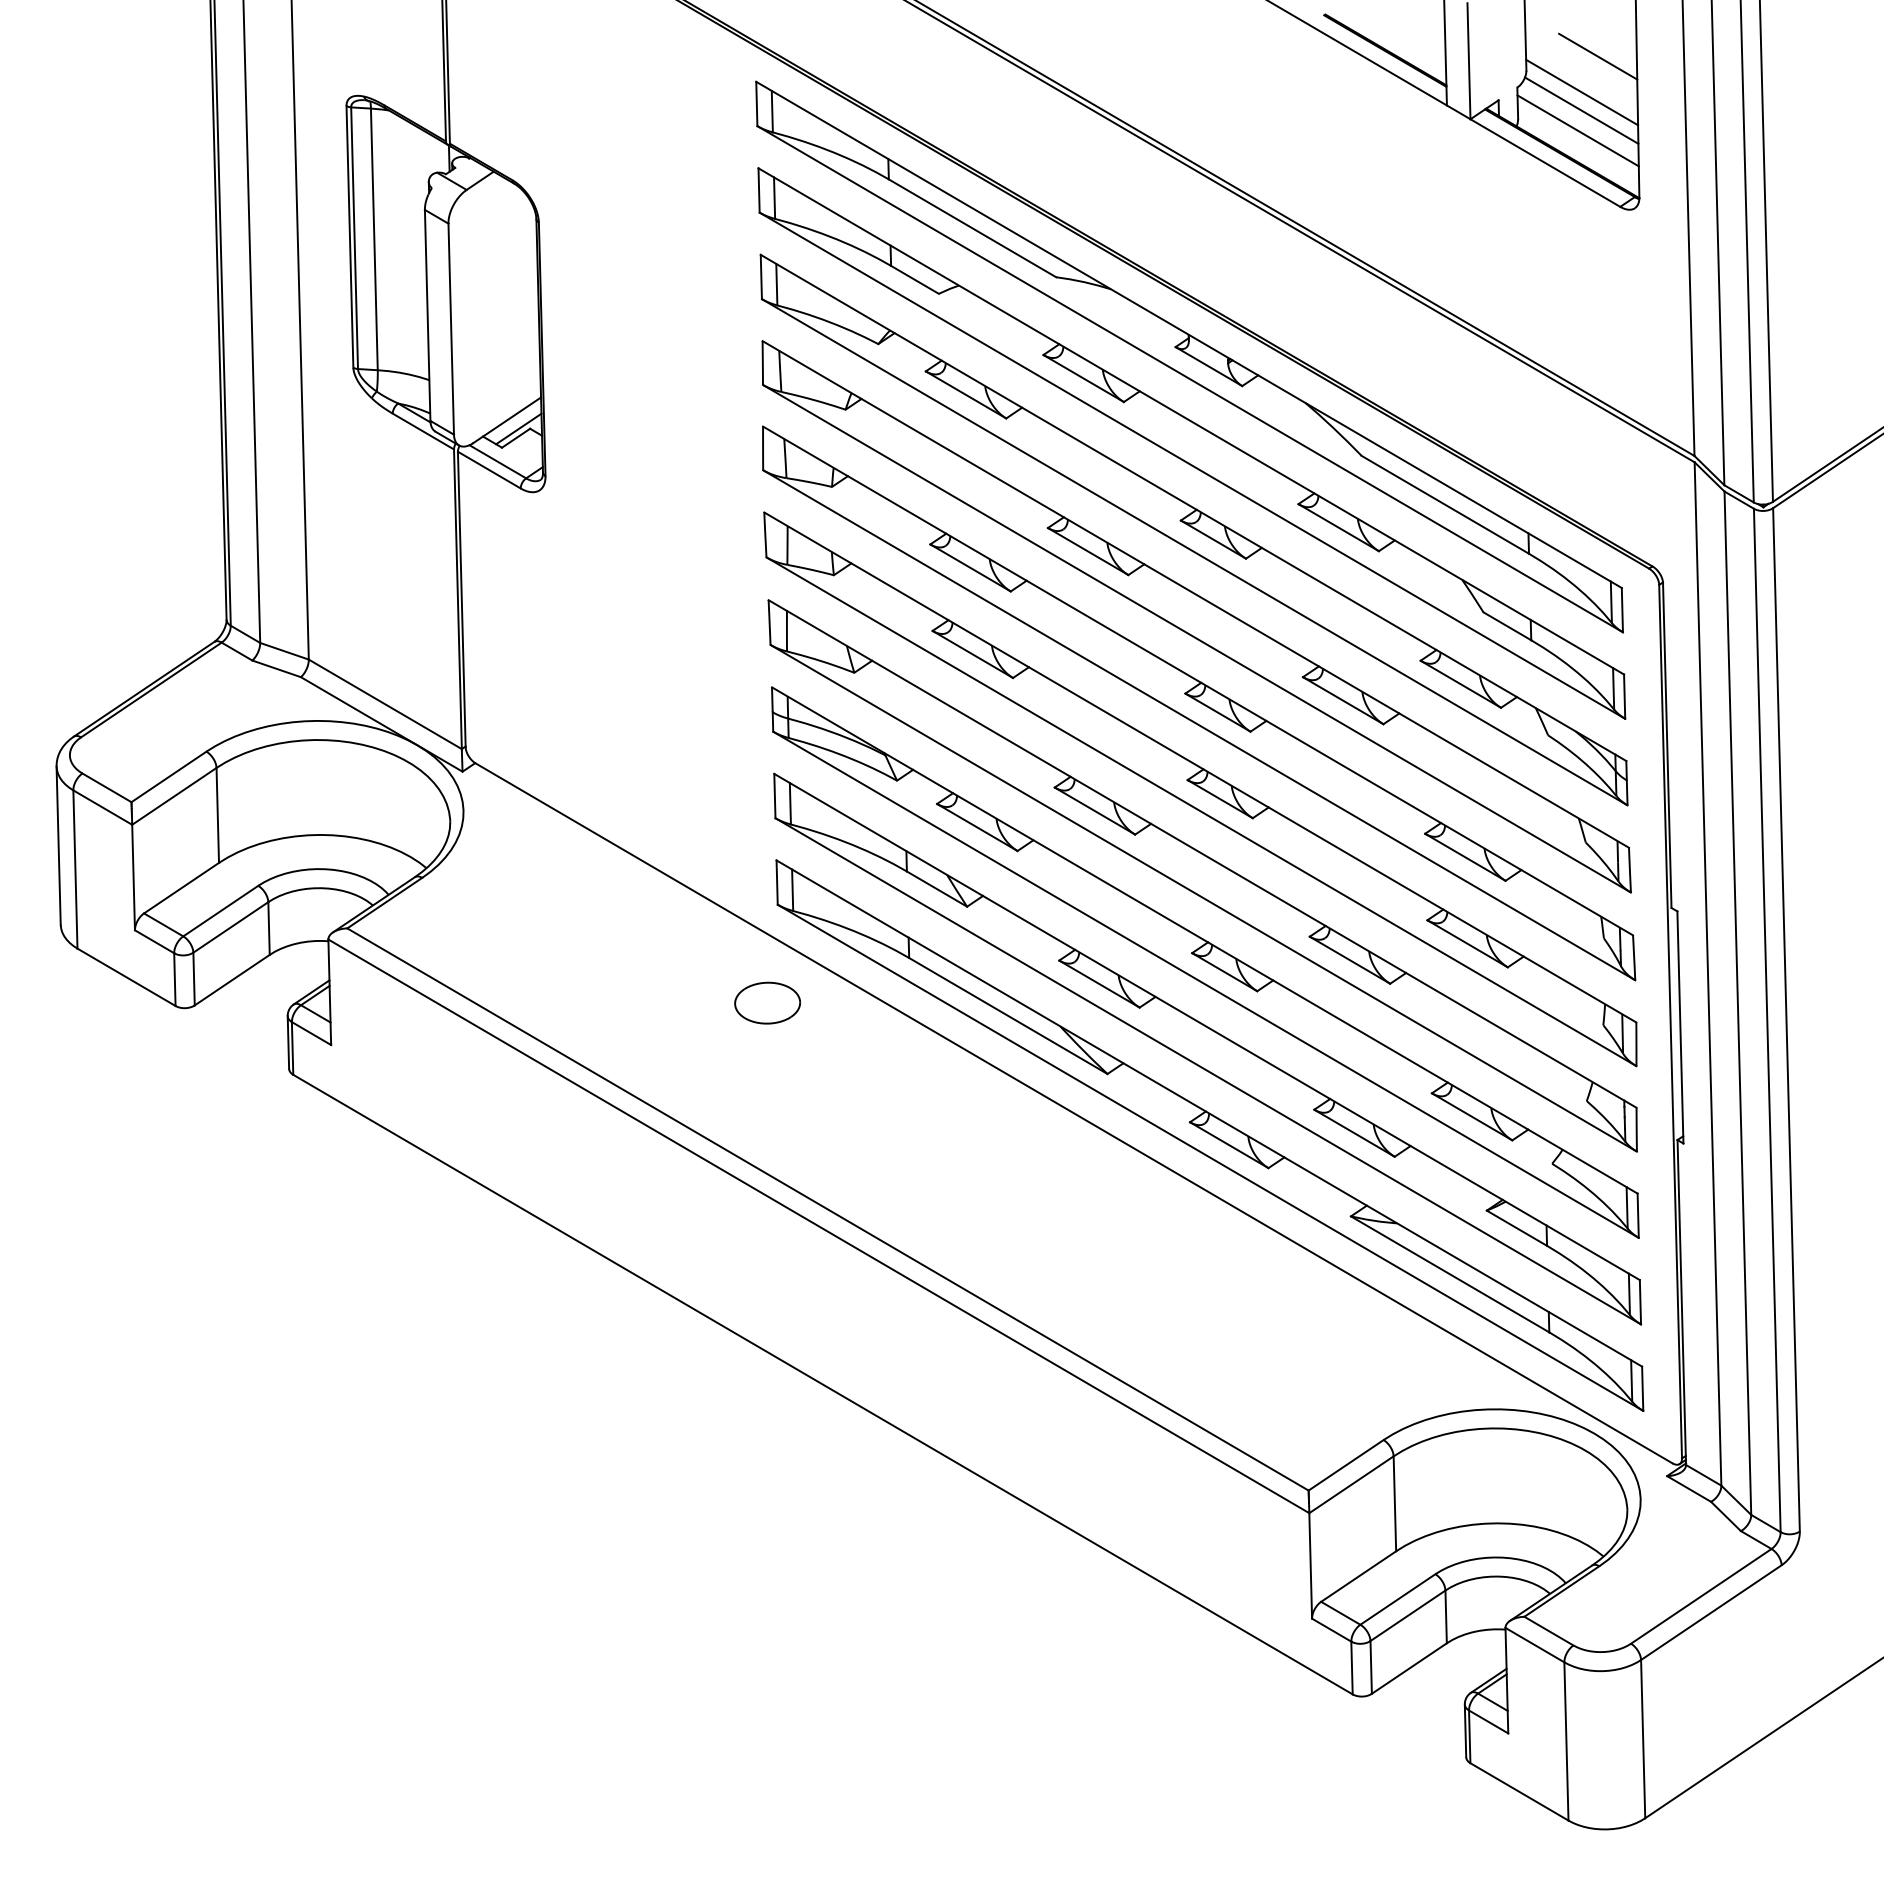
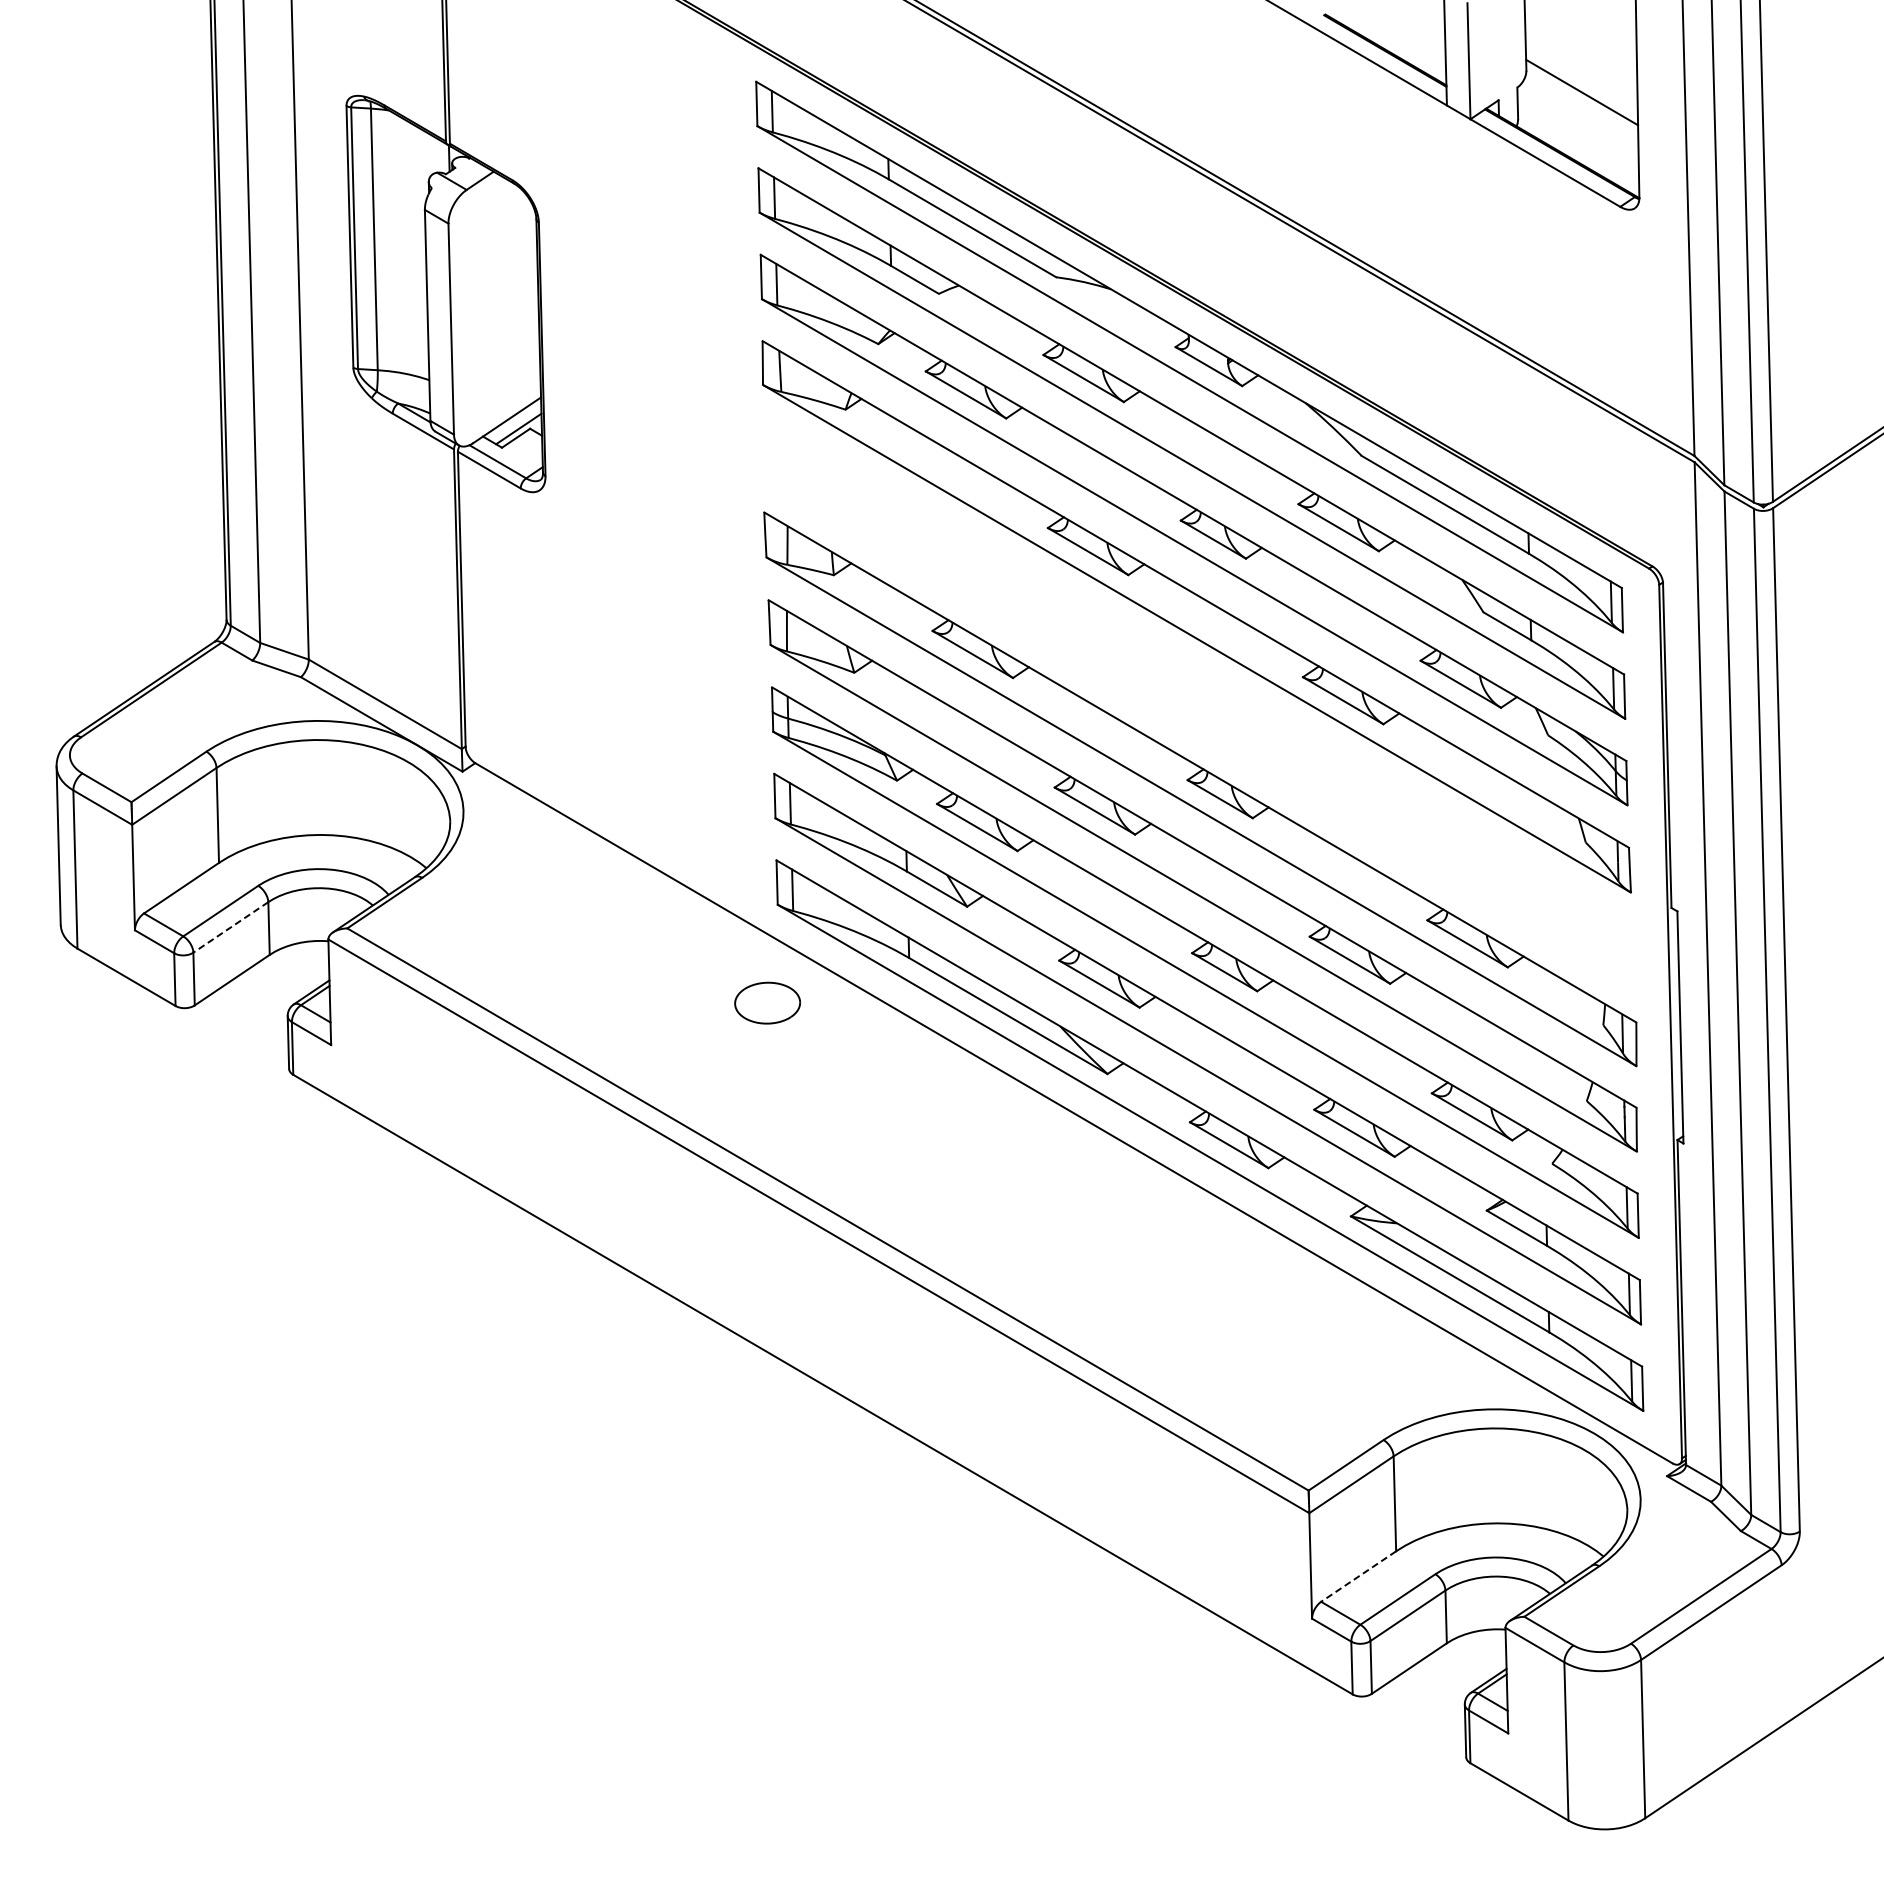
line at (1598, 56): present -> none
line at (1581, 110): present -> none
line at (1577, 130): present -> none
part at (1199, 703): present -> none
line at (230, 927): solid -> dashed
line at (1358, 1576): solid -> dashed
